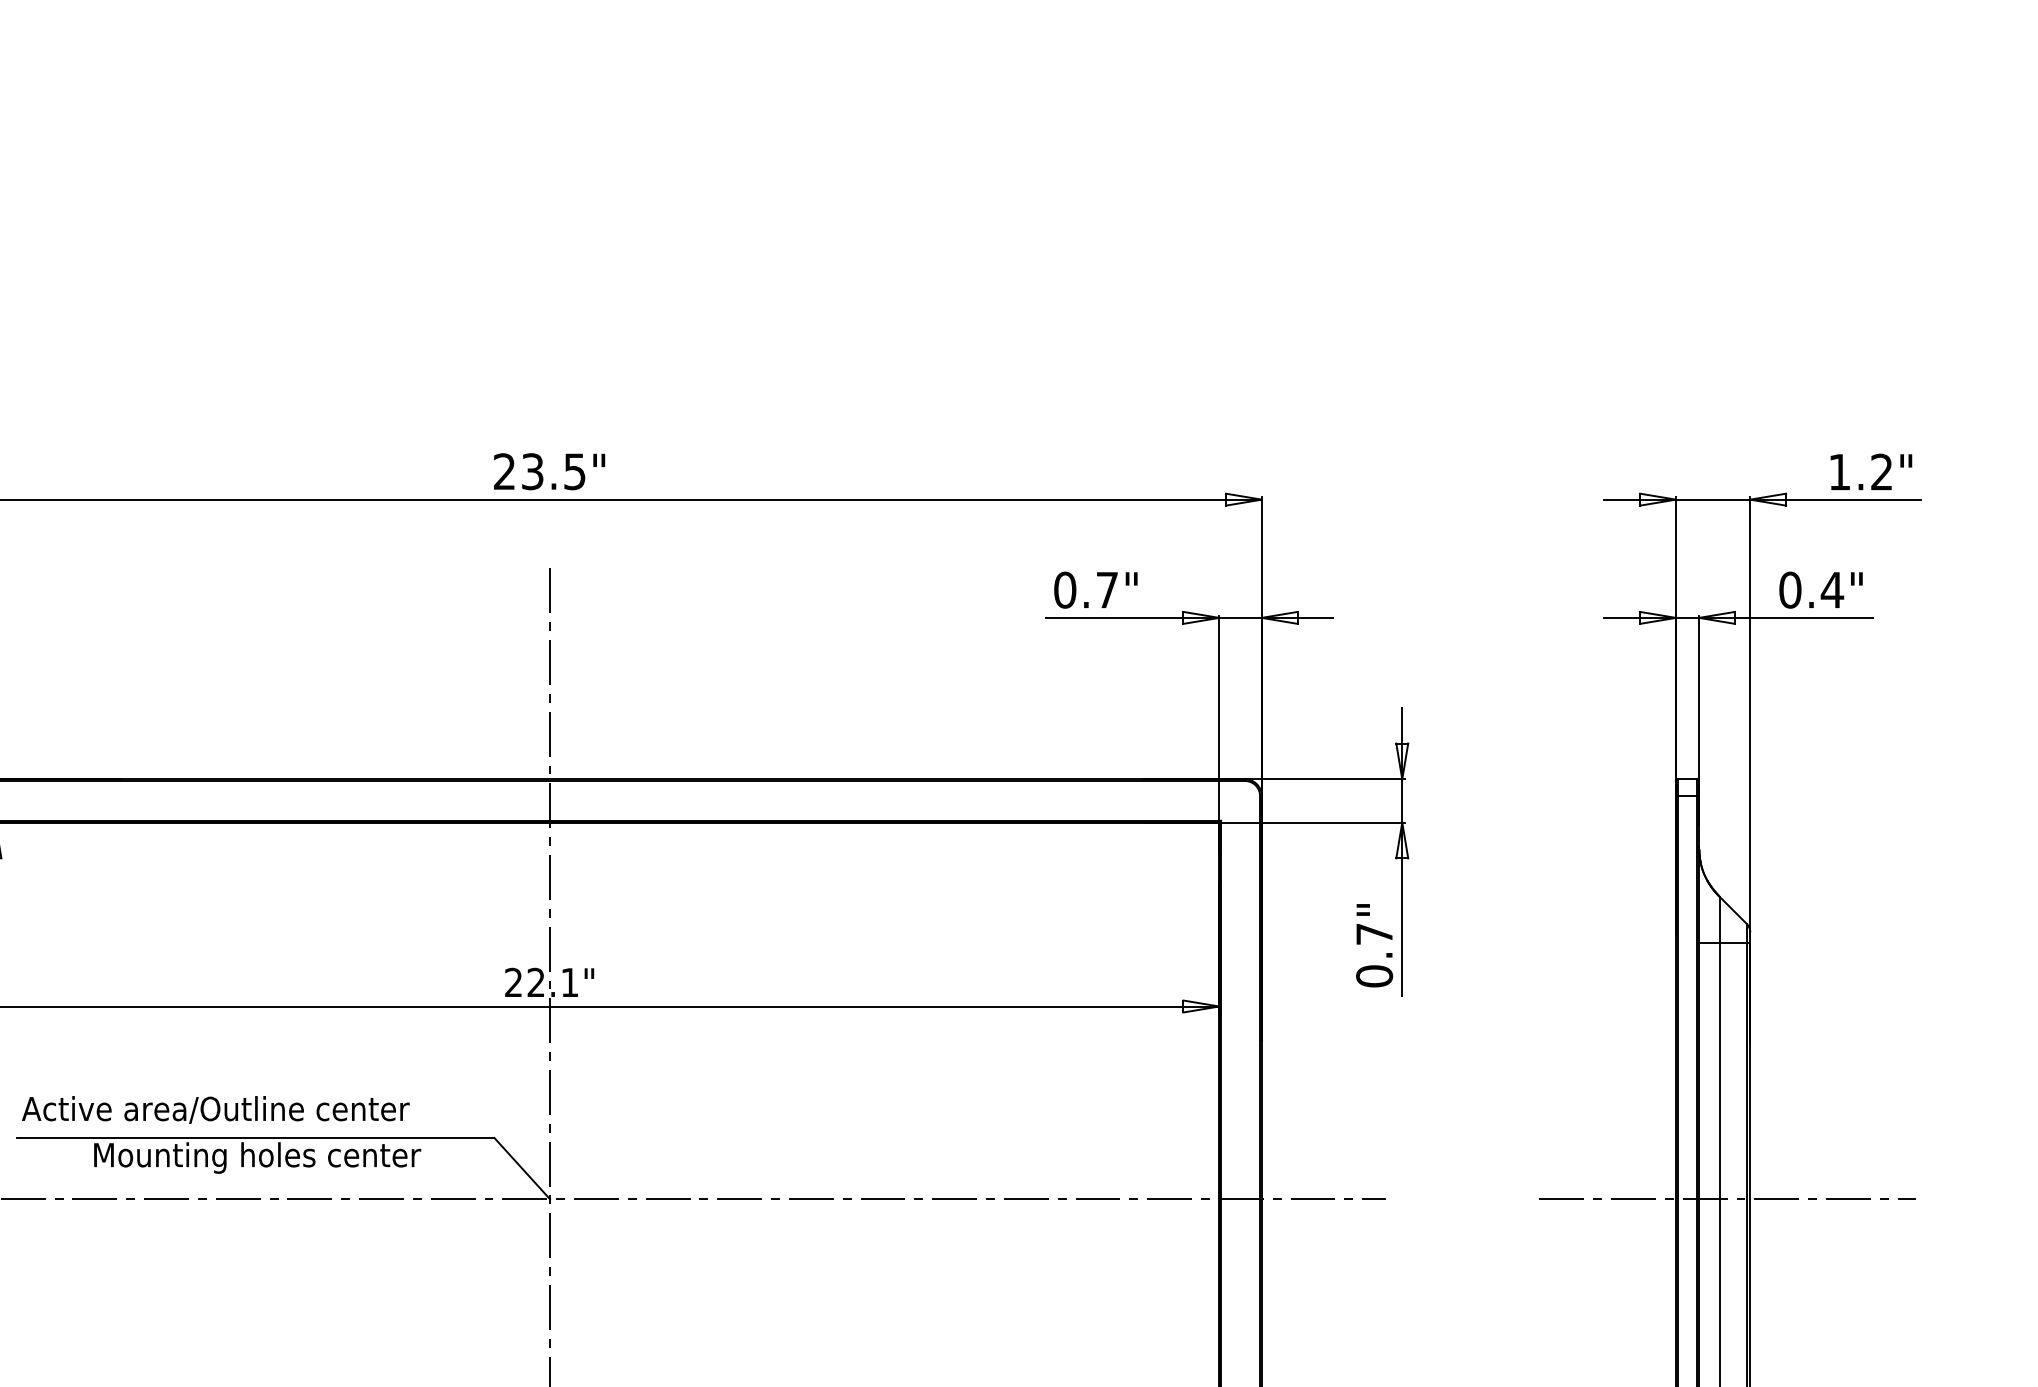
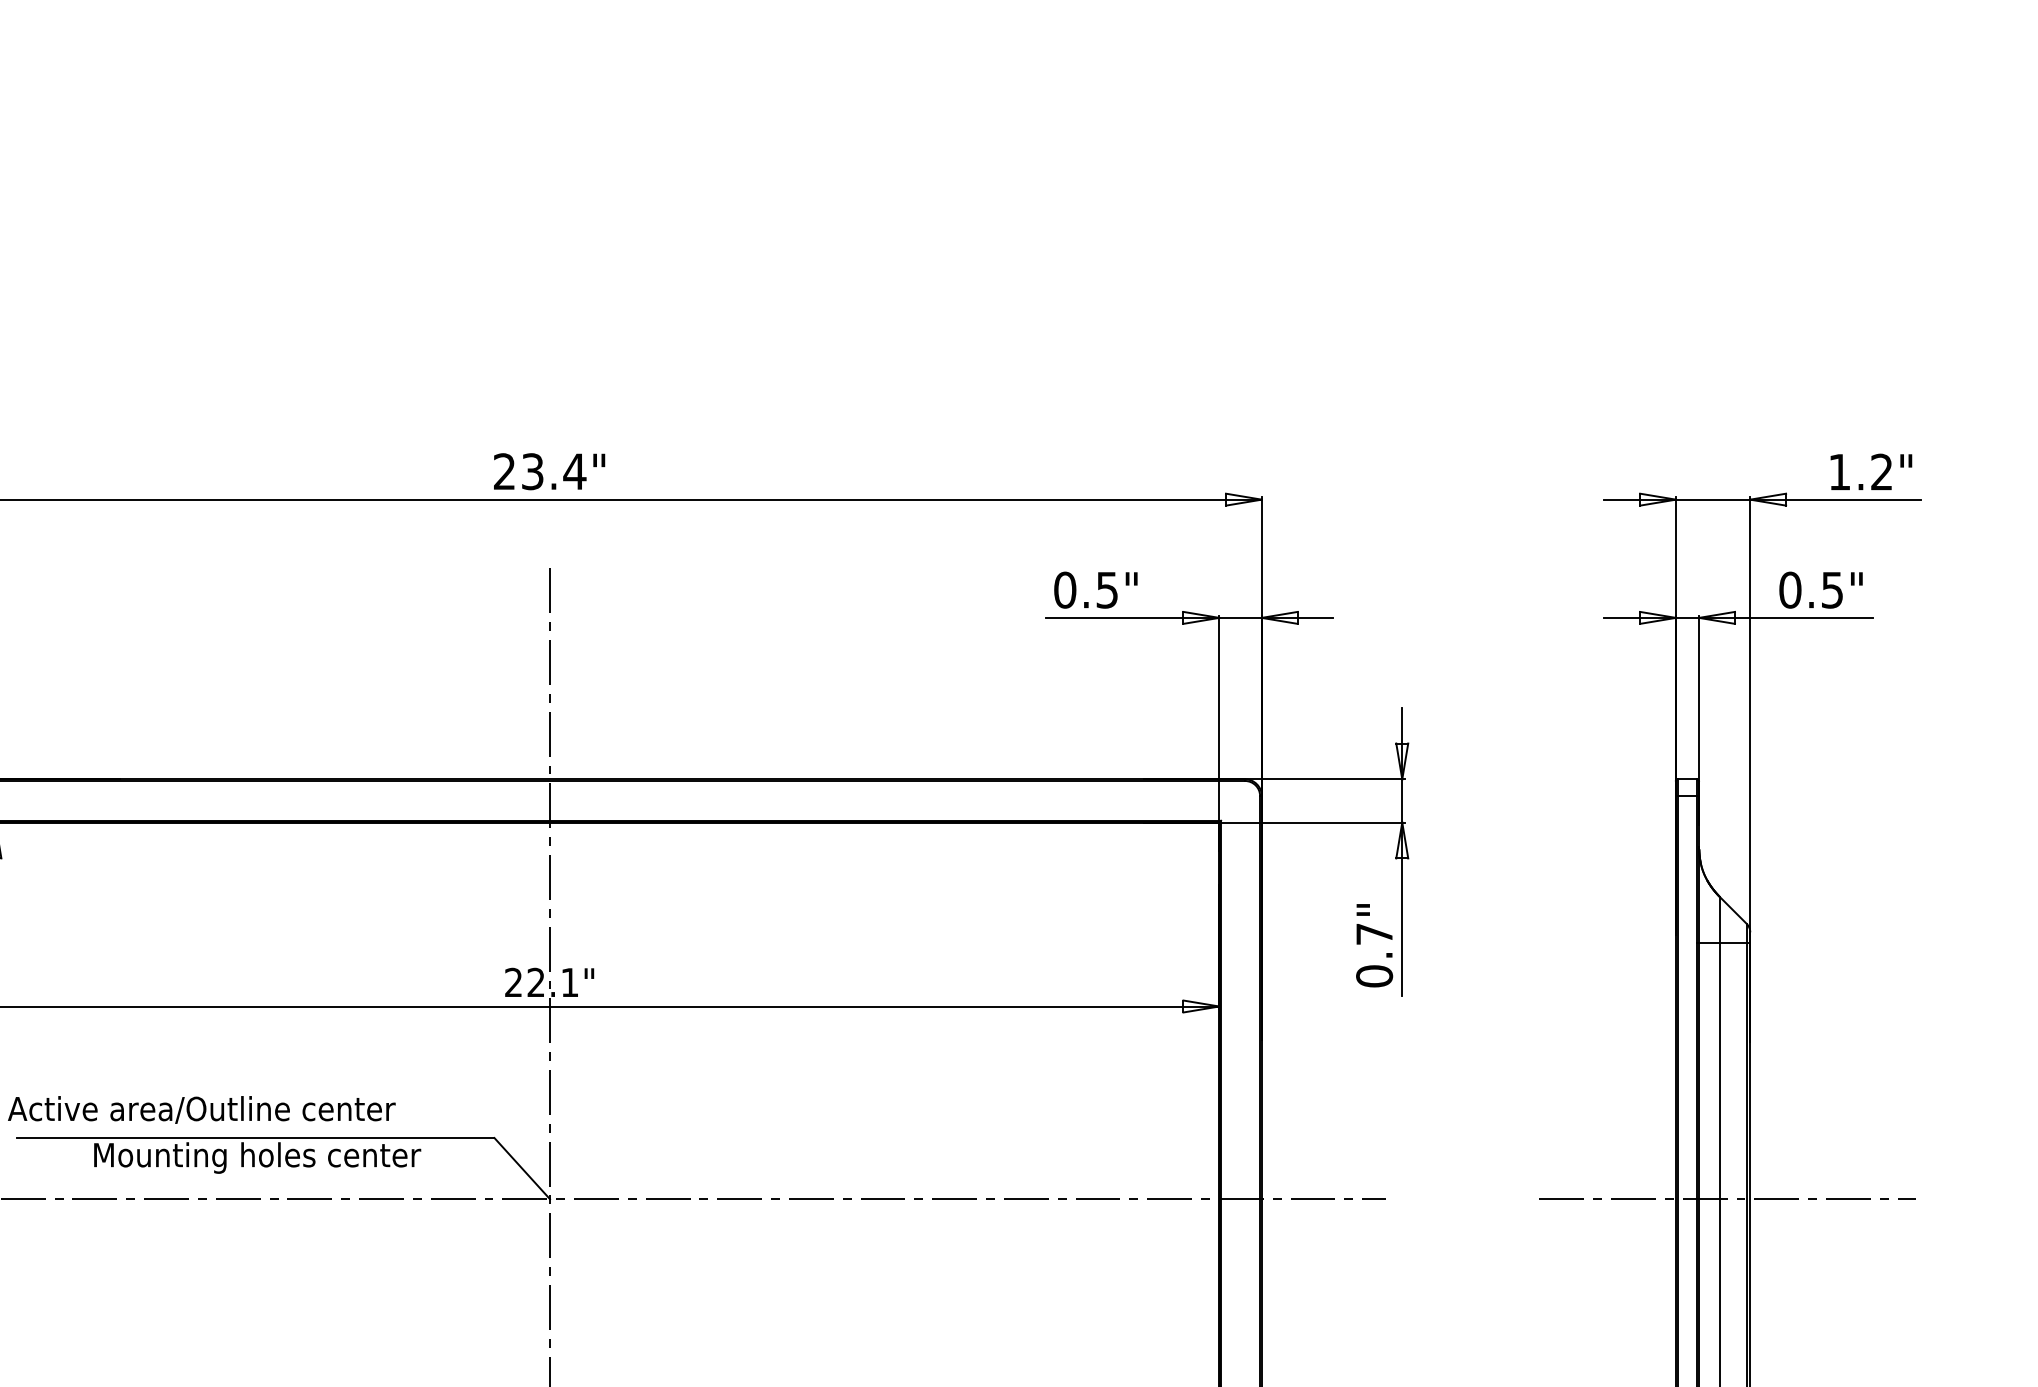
text at (574, 471): 23.5" -> 23.4"
text at (1106, 590): 0.7" -> 0.5"
text at (1832, 590): 0.4" -> 0.5"
text at (215, 1109) position: (215, 1109) -> (201, 1109)
